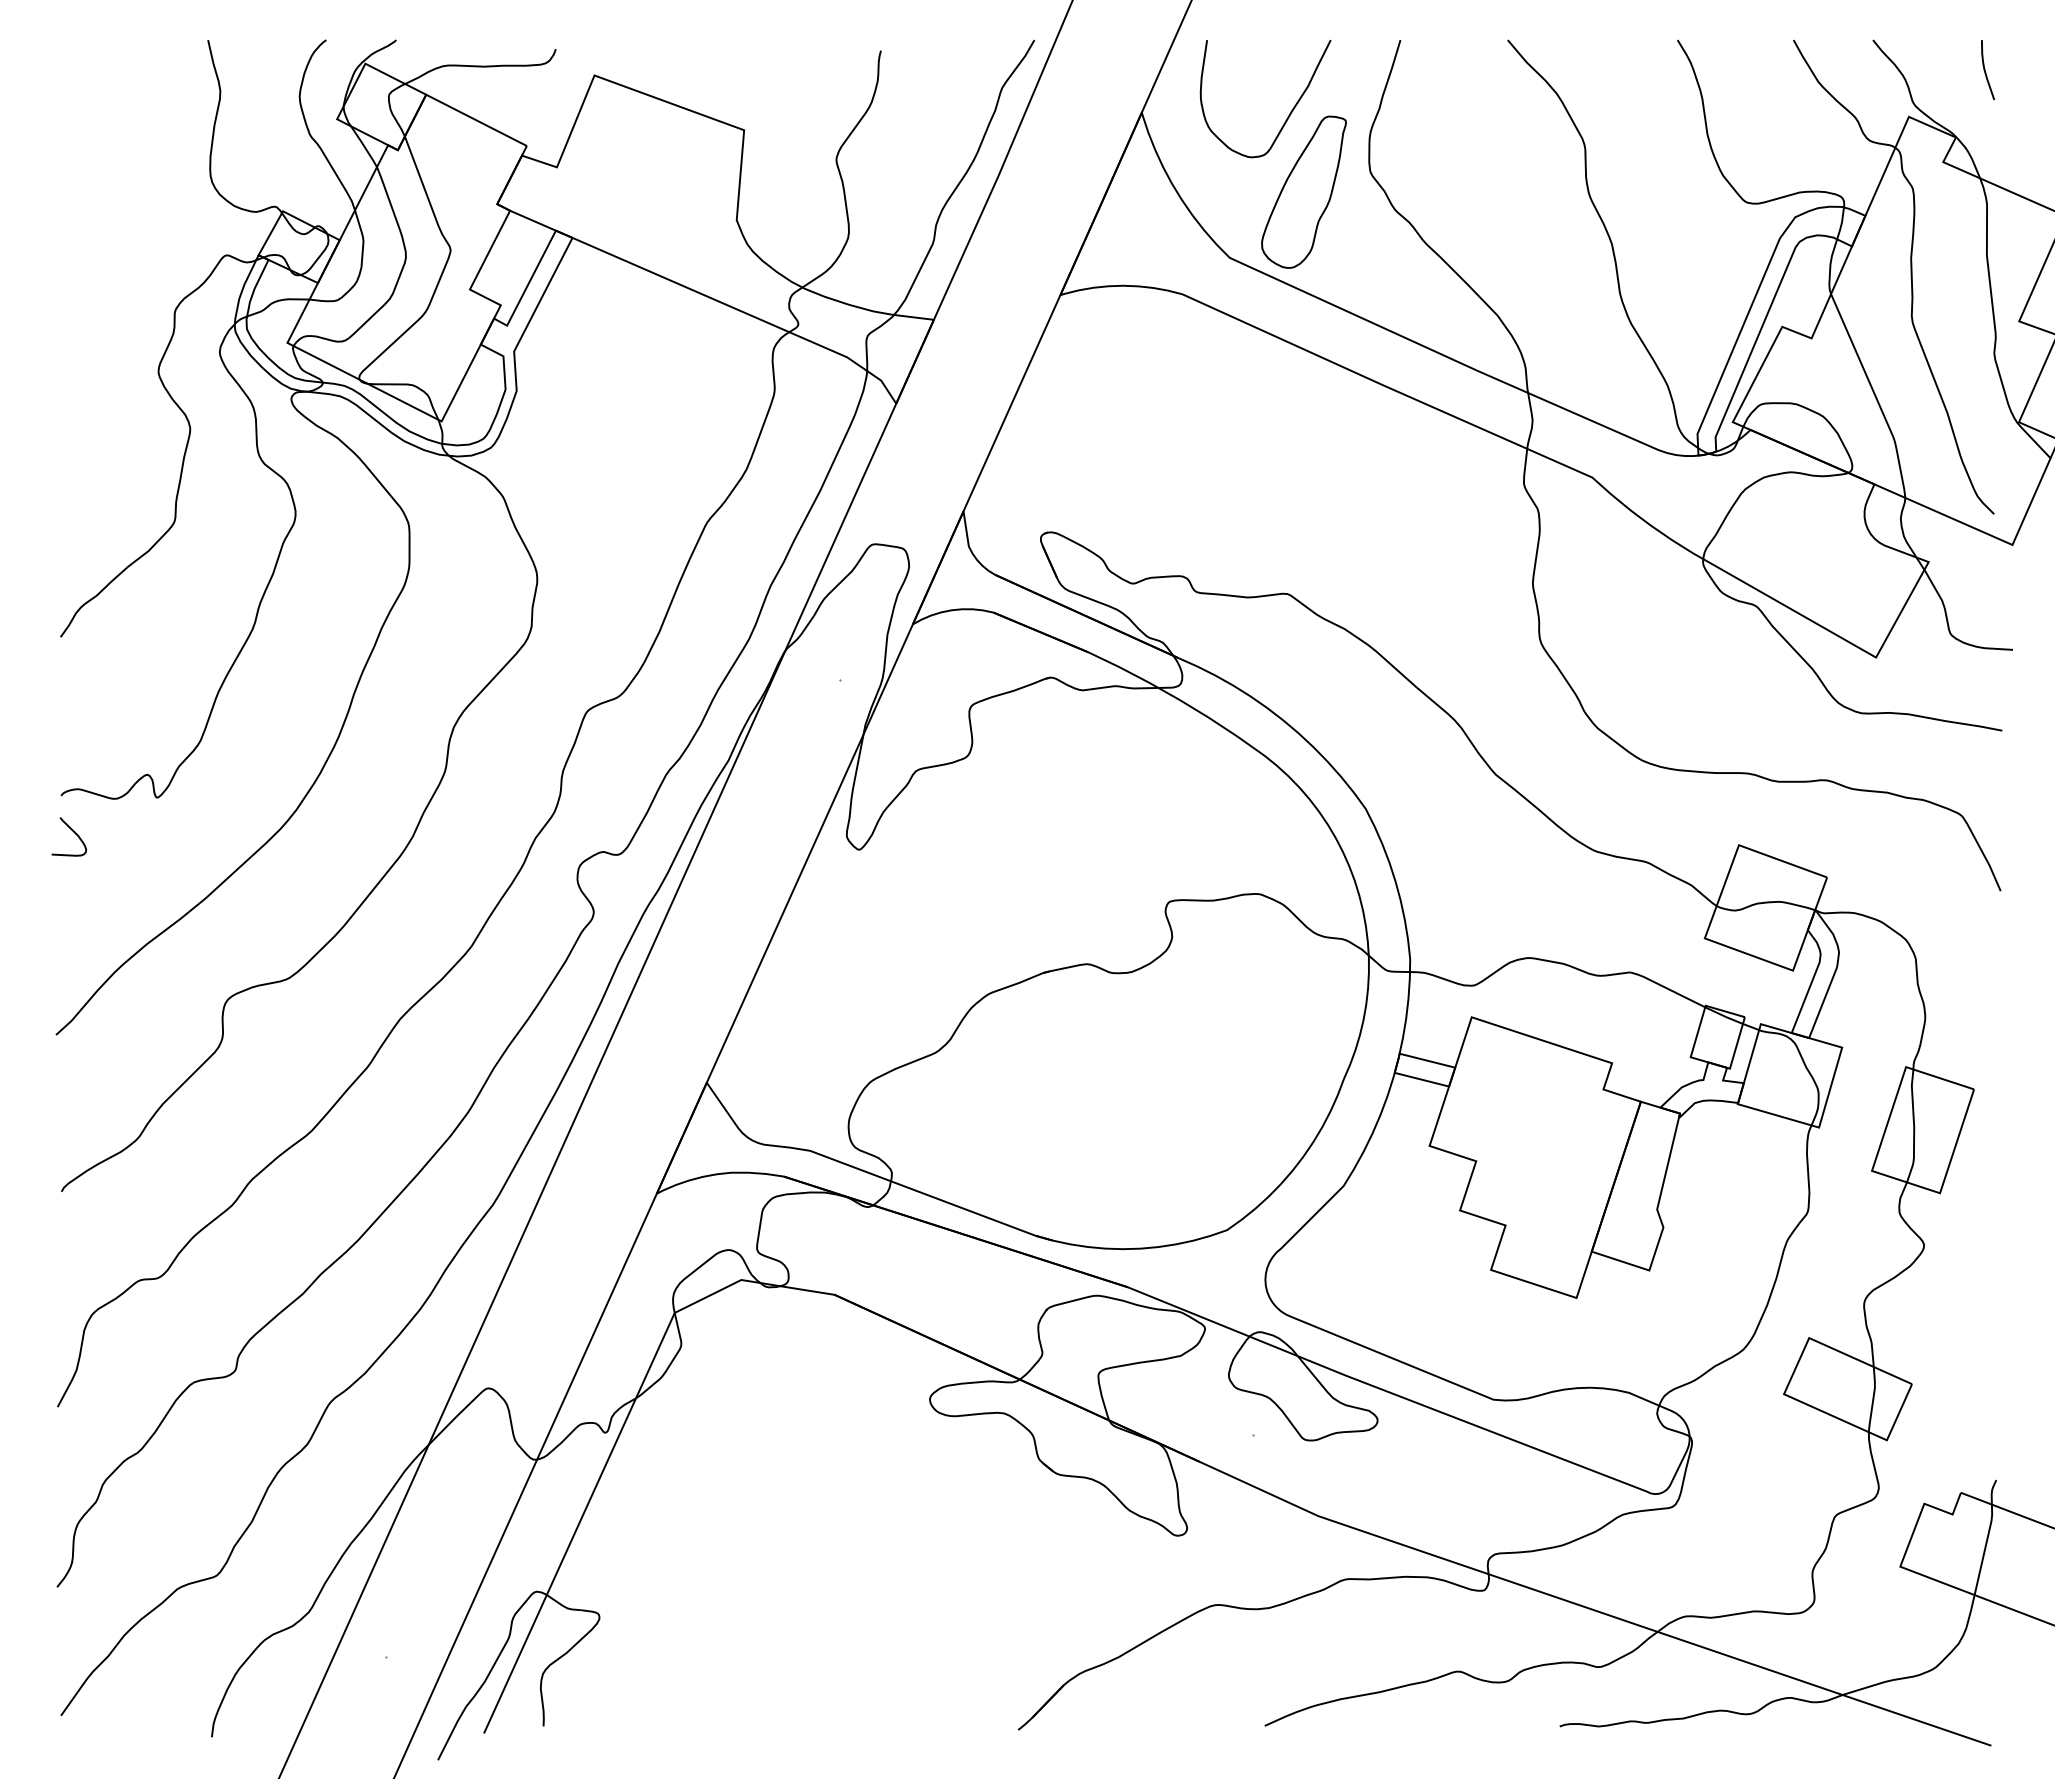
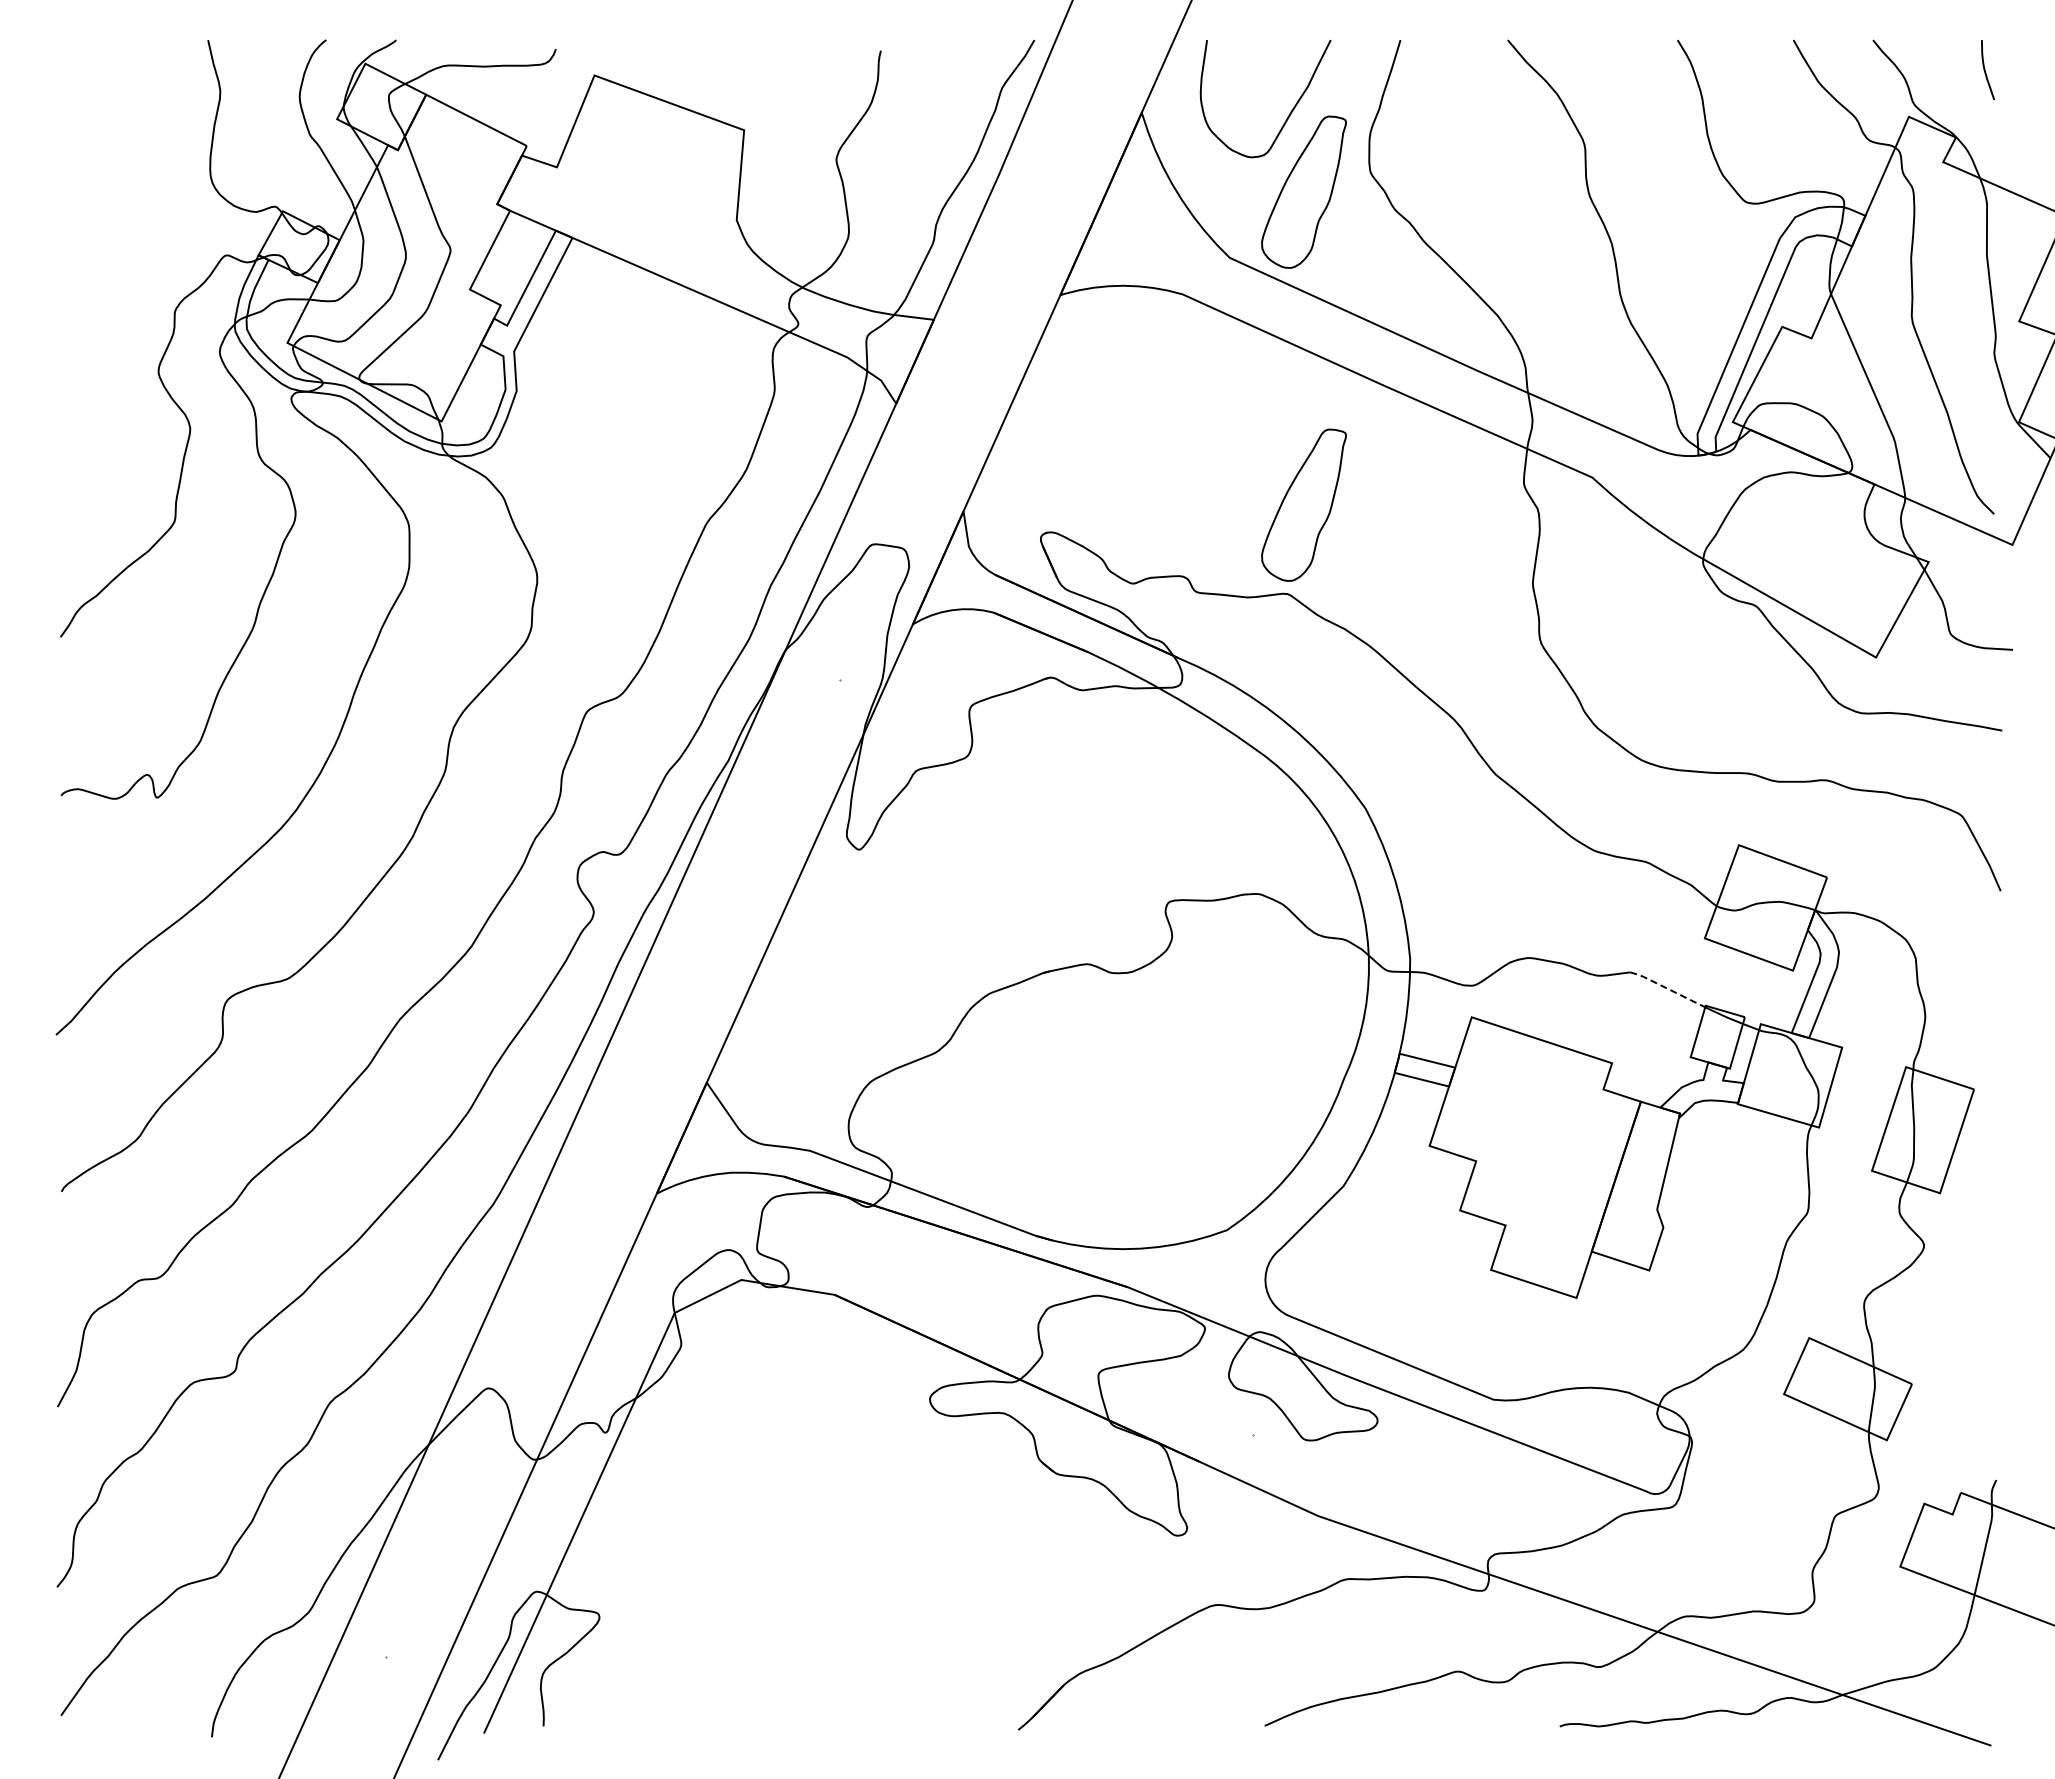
part at (1303, 504): none -> present
curve at (73, 832): present -> none
line at (1667, 988): solid -> dashed
